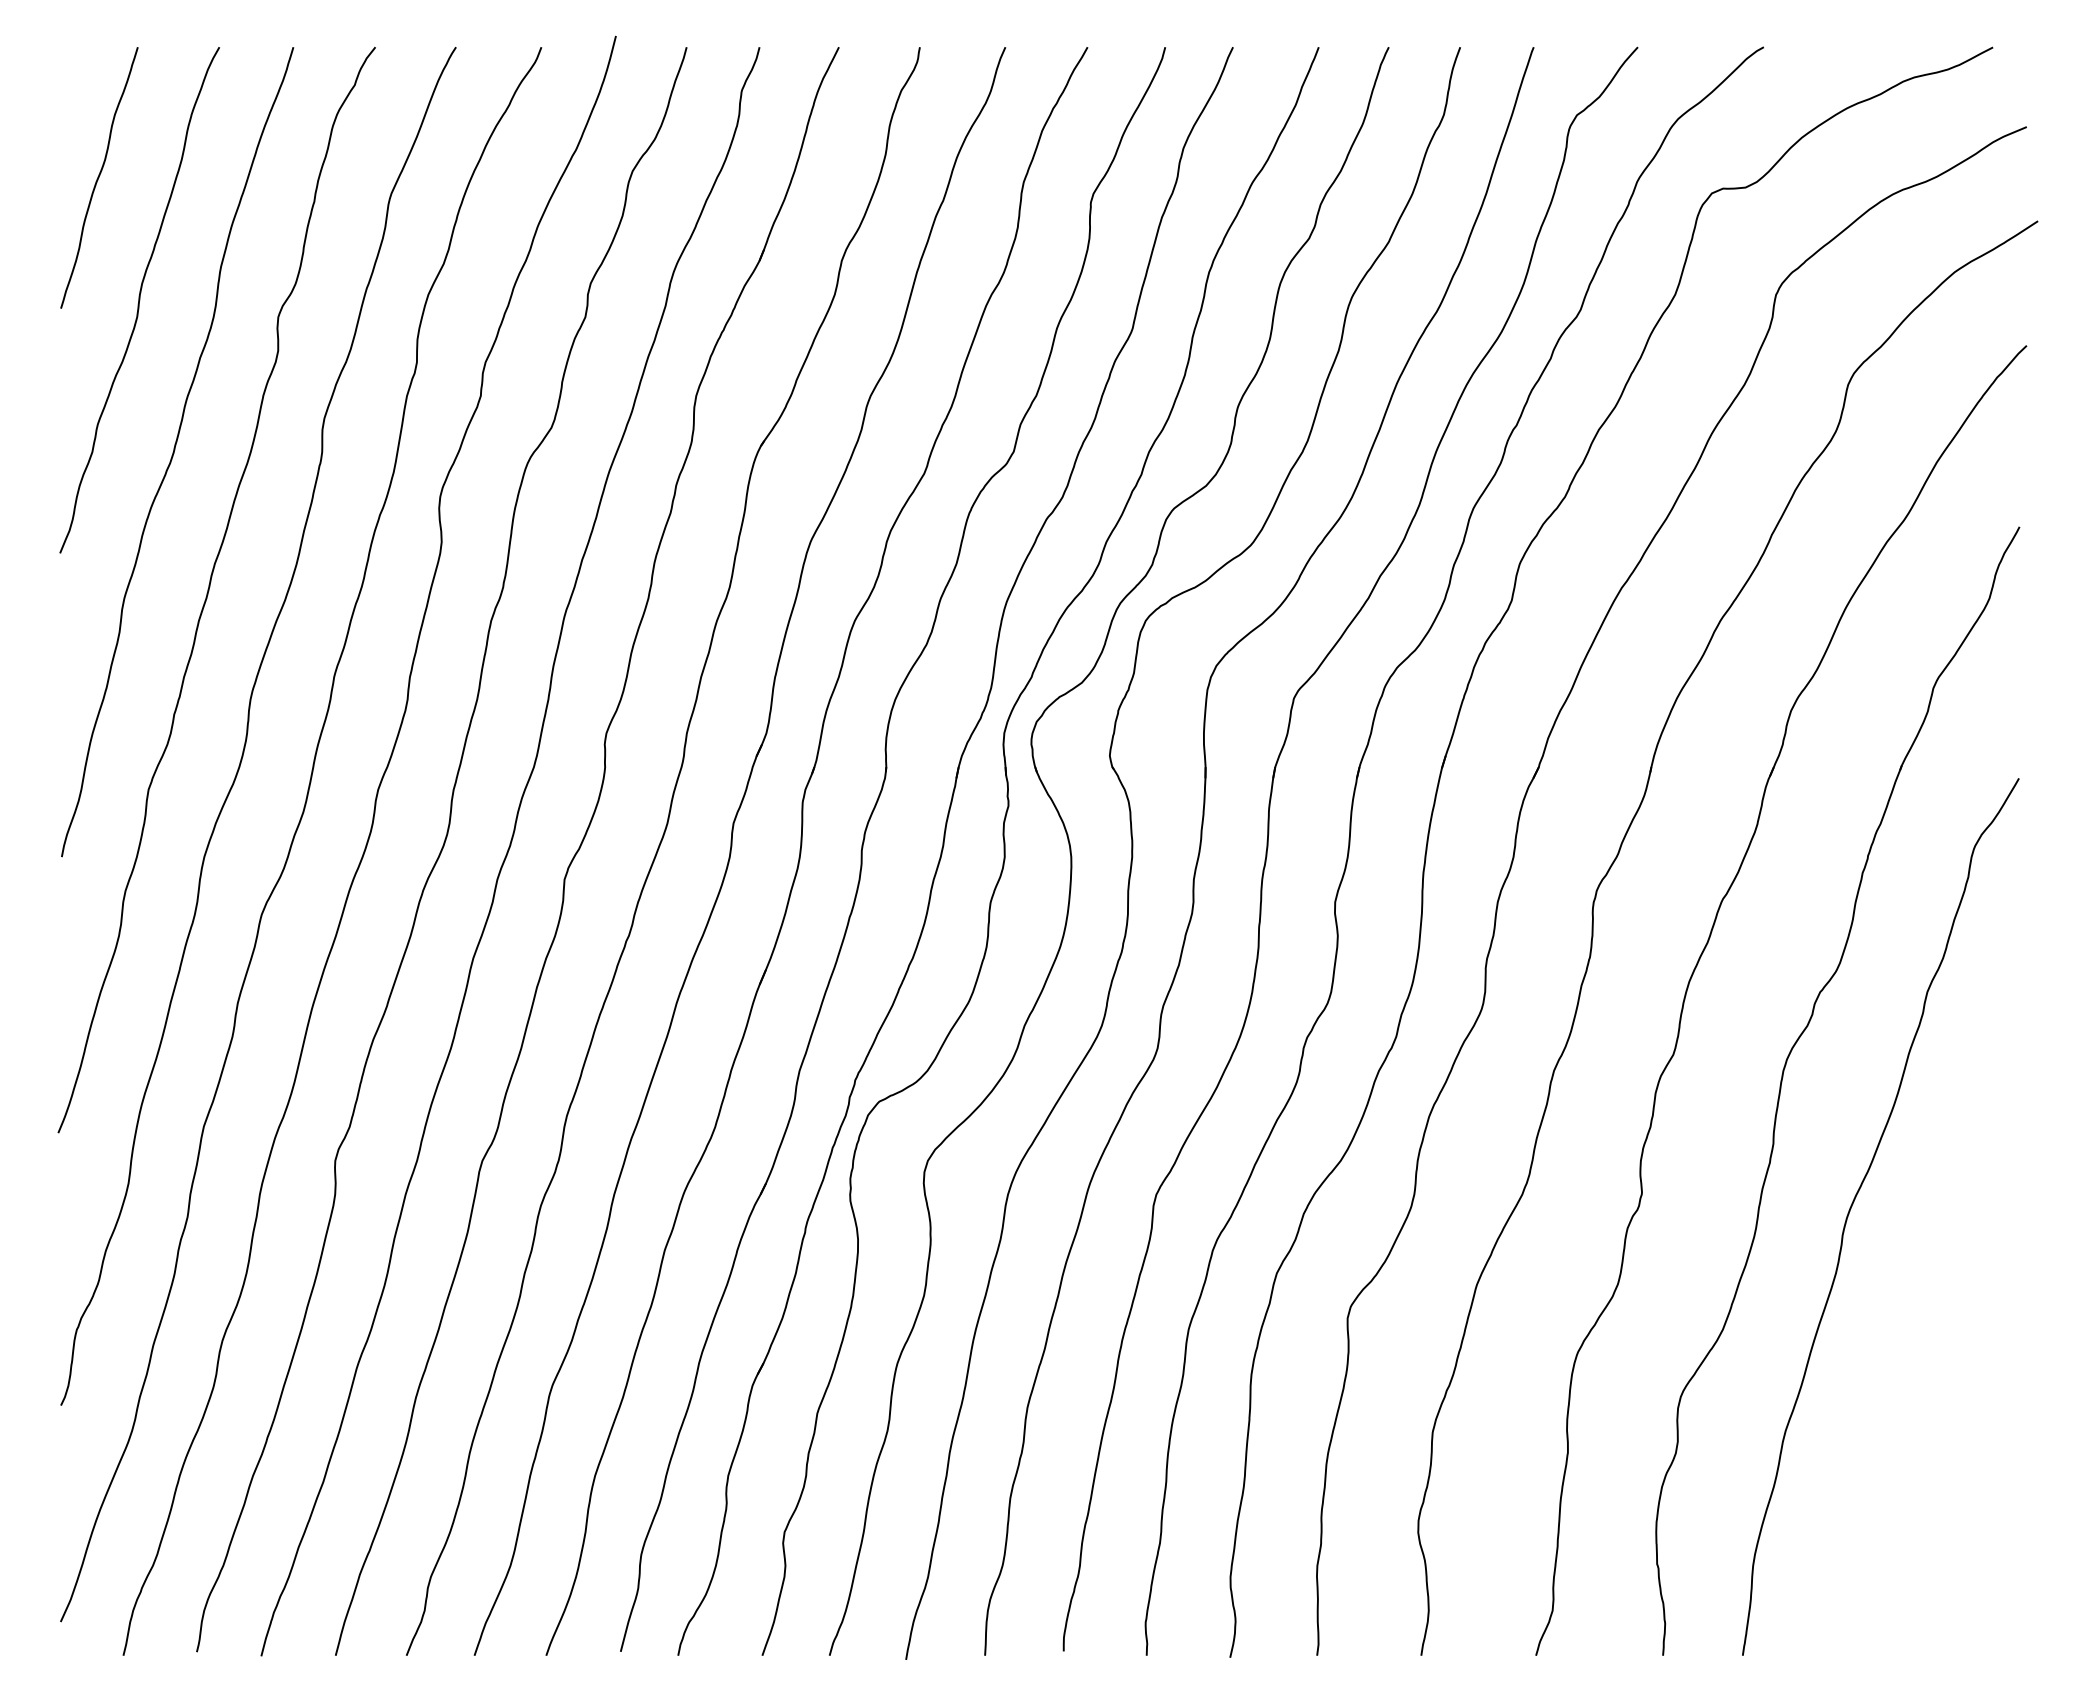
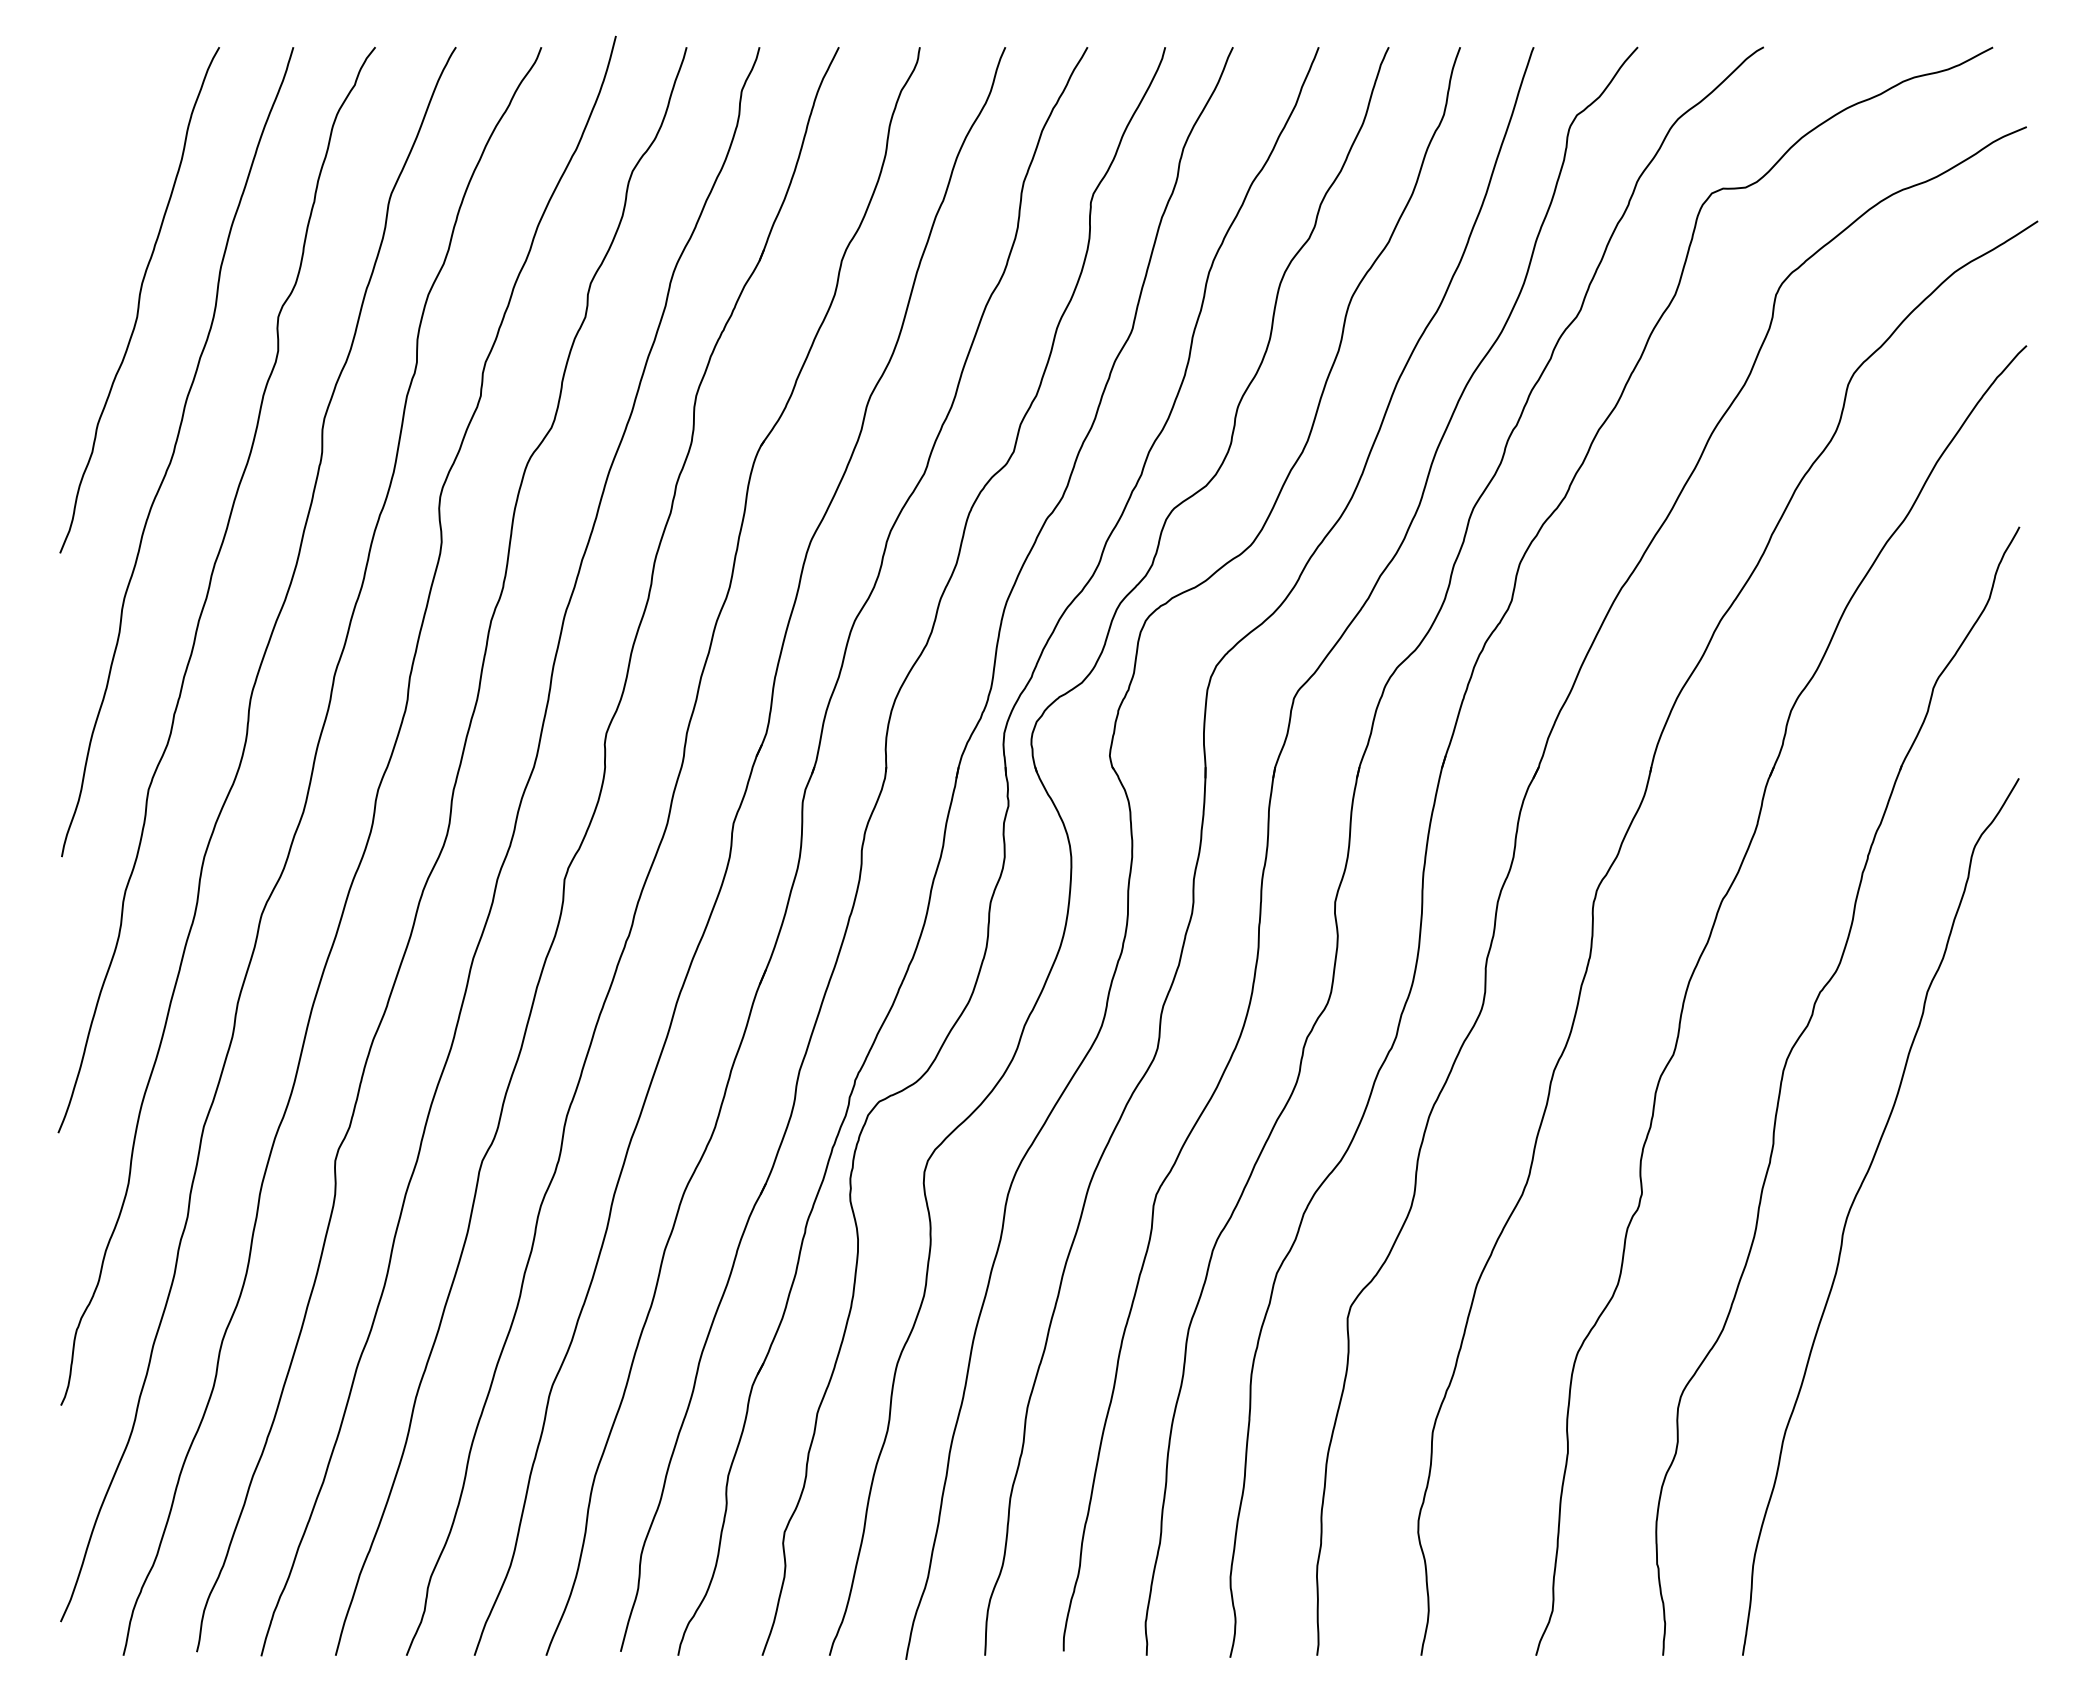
curve at (99, 177): present -> none
